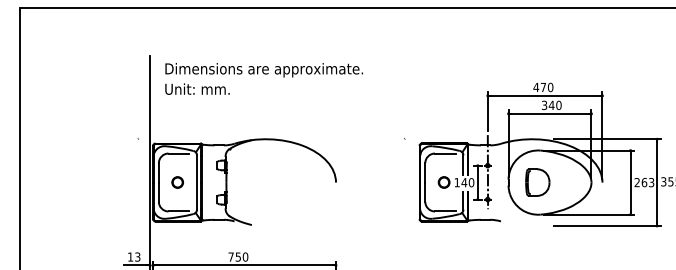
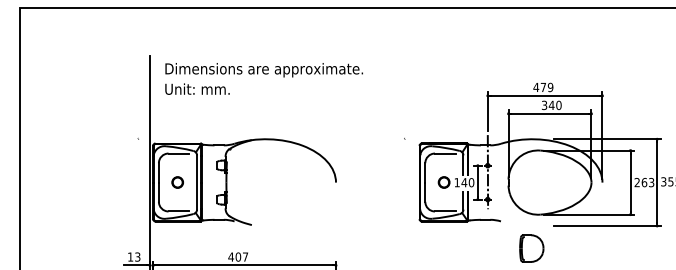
text at (550, 87): 470 -> 479
part at (537, 182) position: (537, 182) -> (531, 248)
text at (238, 256): 750 -> 407
